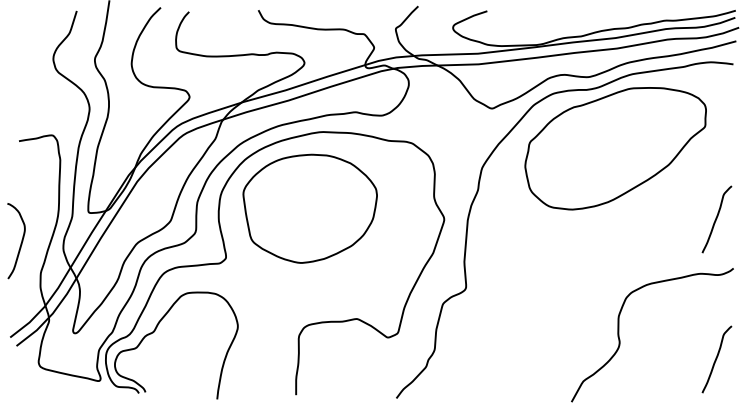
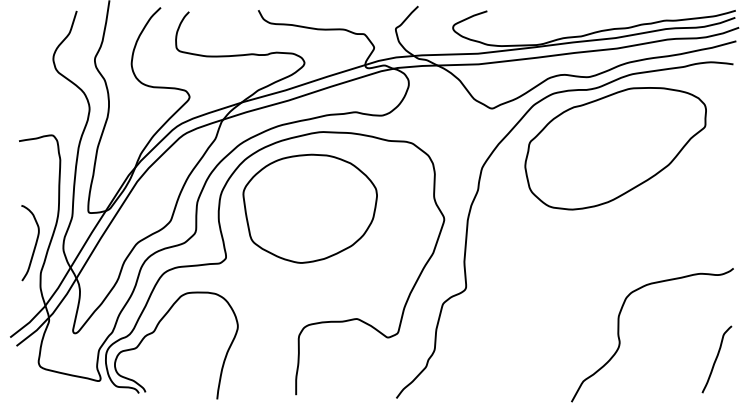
curve at (716, 219): present -> none
curve at (20, 243) position: (20, 243) -> (34, 245)
